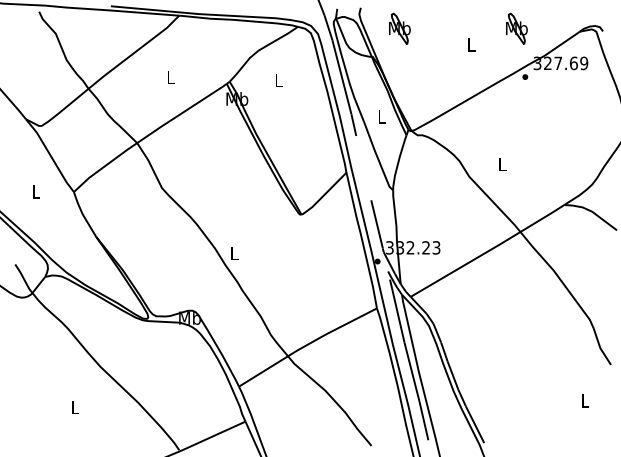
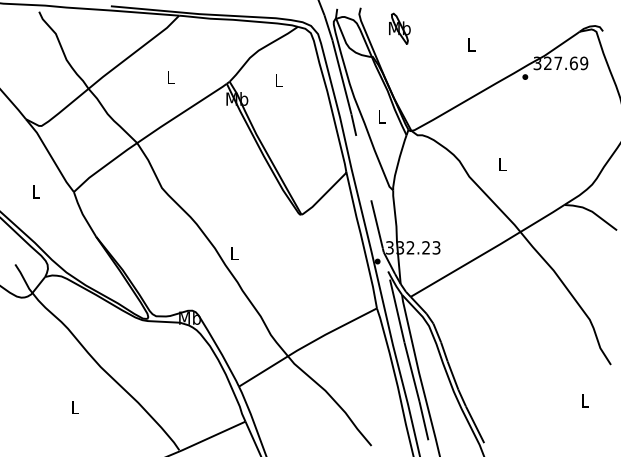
part at (516, 28): present -> none
